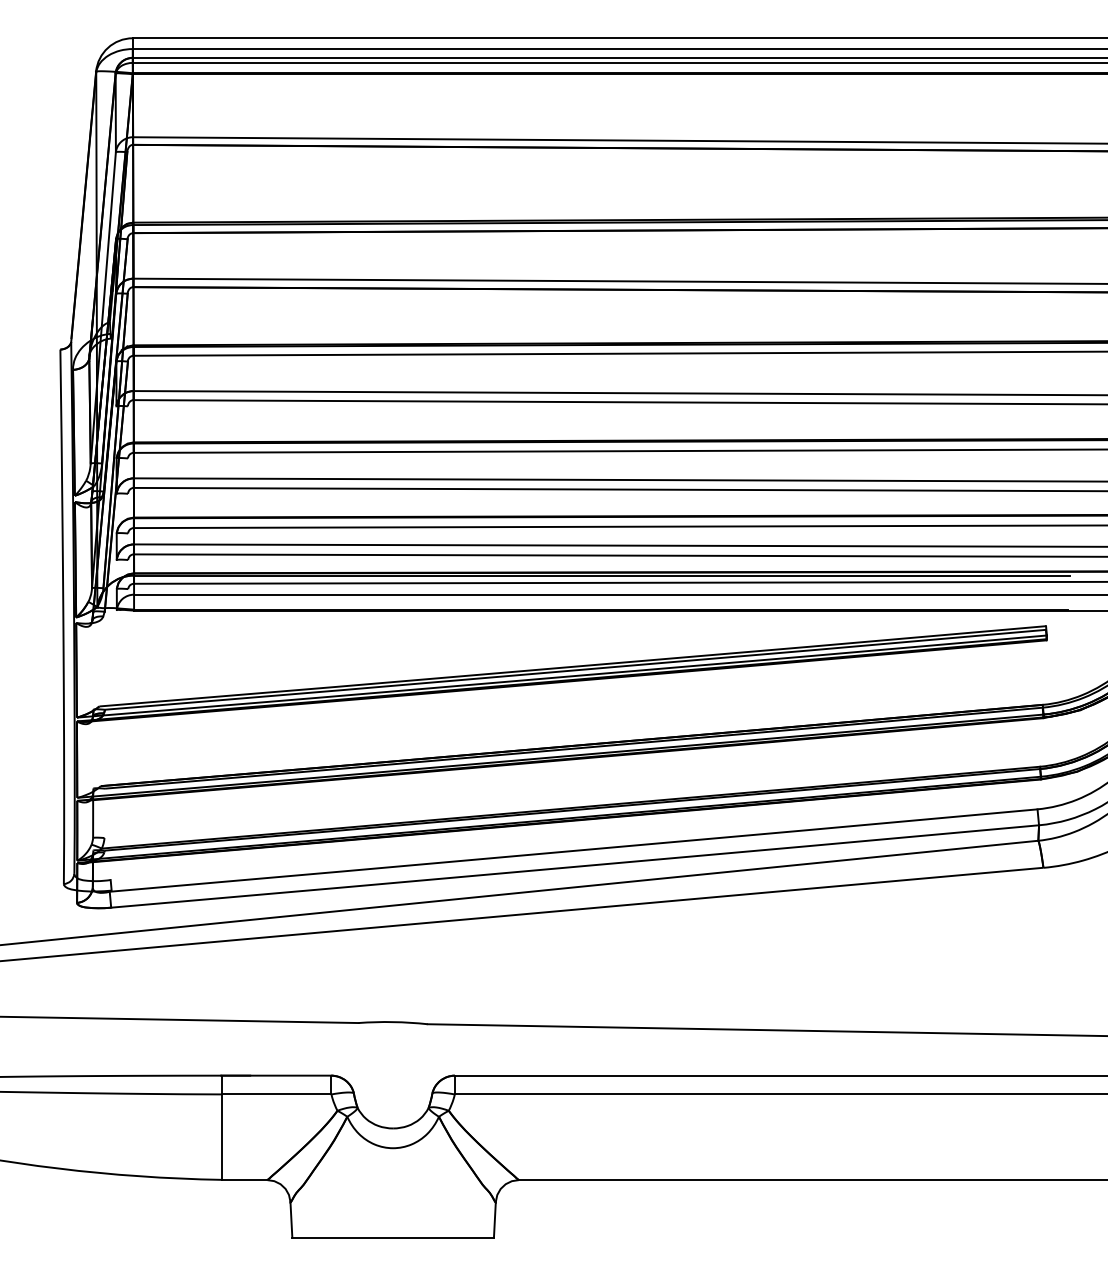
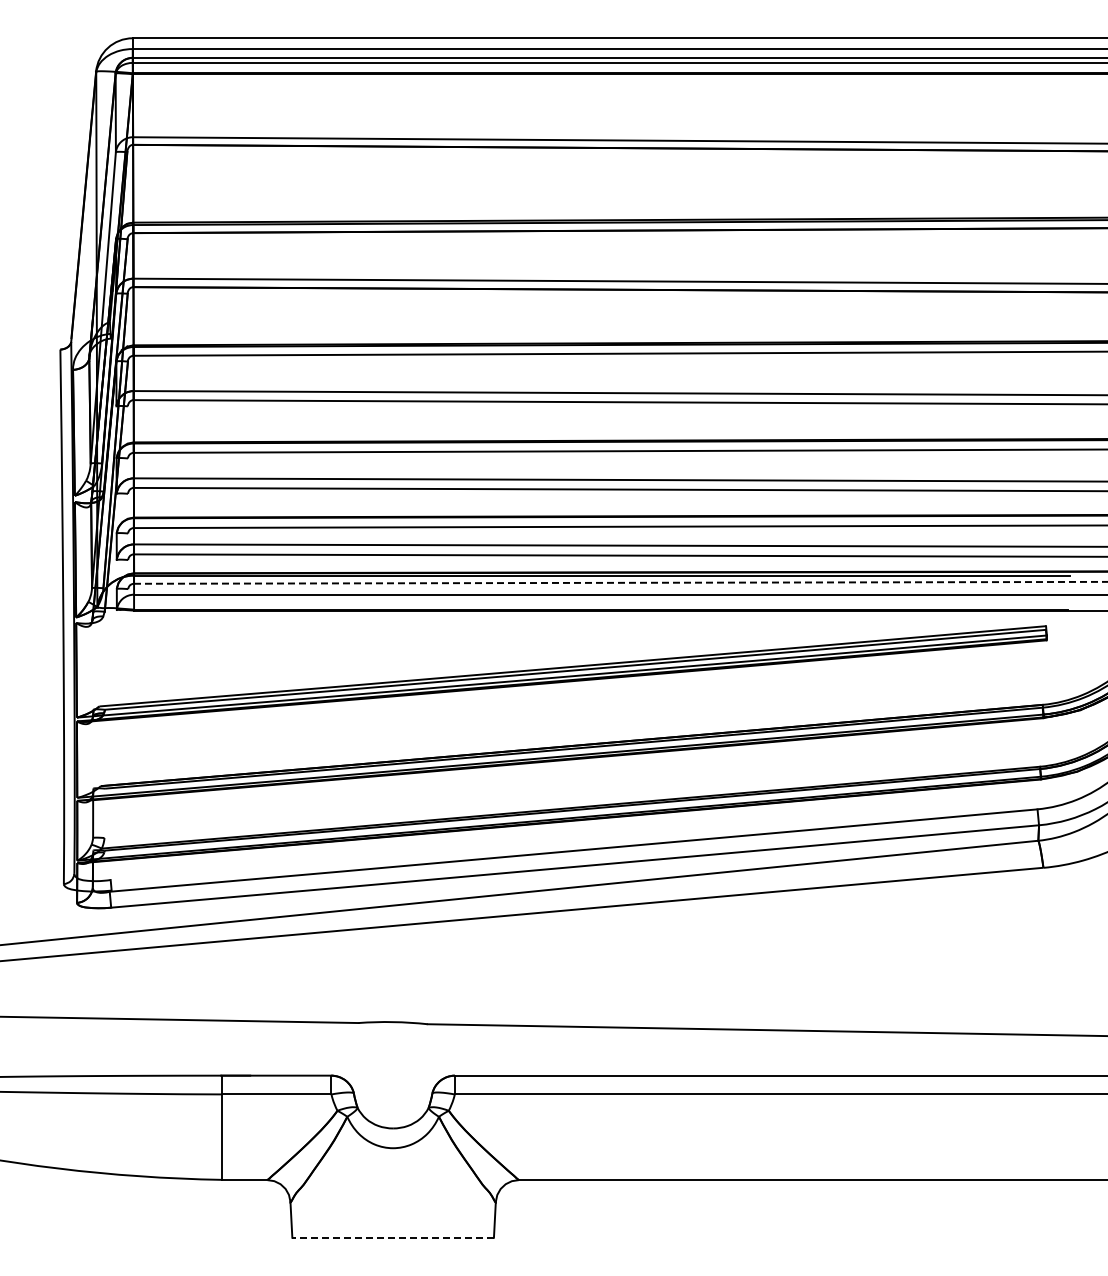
line at (620, 582): solid -> dashed
line at (393, 1237): solid -> dashed
